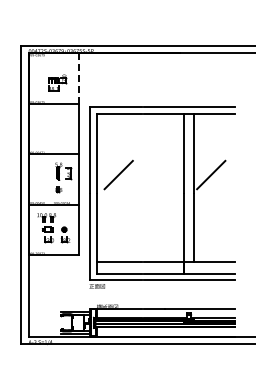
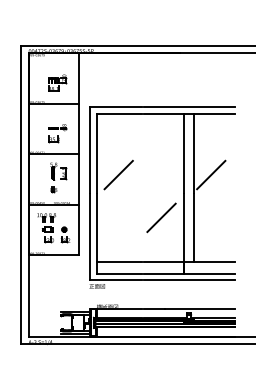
line at (78, 78): dashed -> solid
part at (57, 133): none -> present
part at (63, 177) position: (63, 177) -> (58, 177)
line at (161, 217): none -> present
